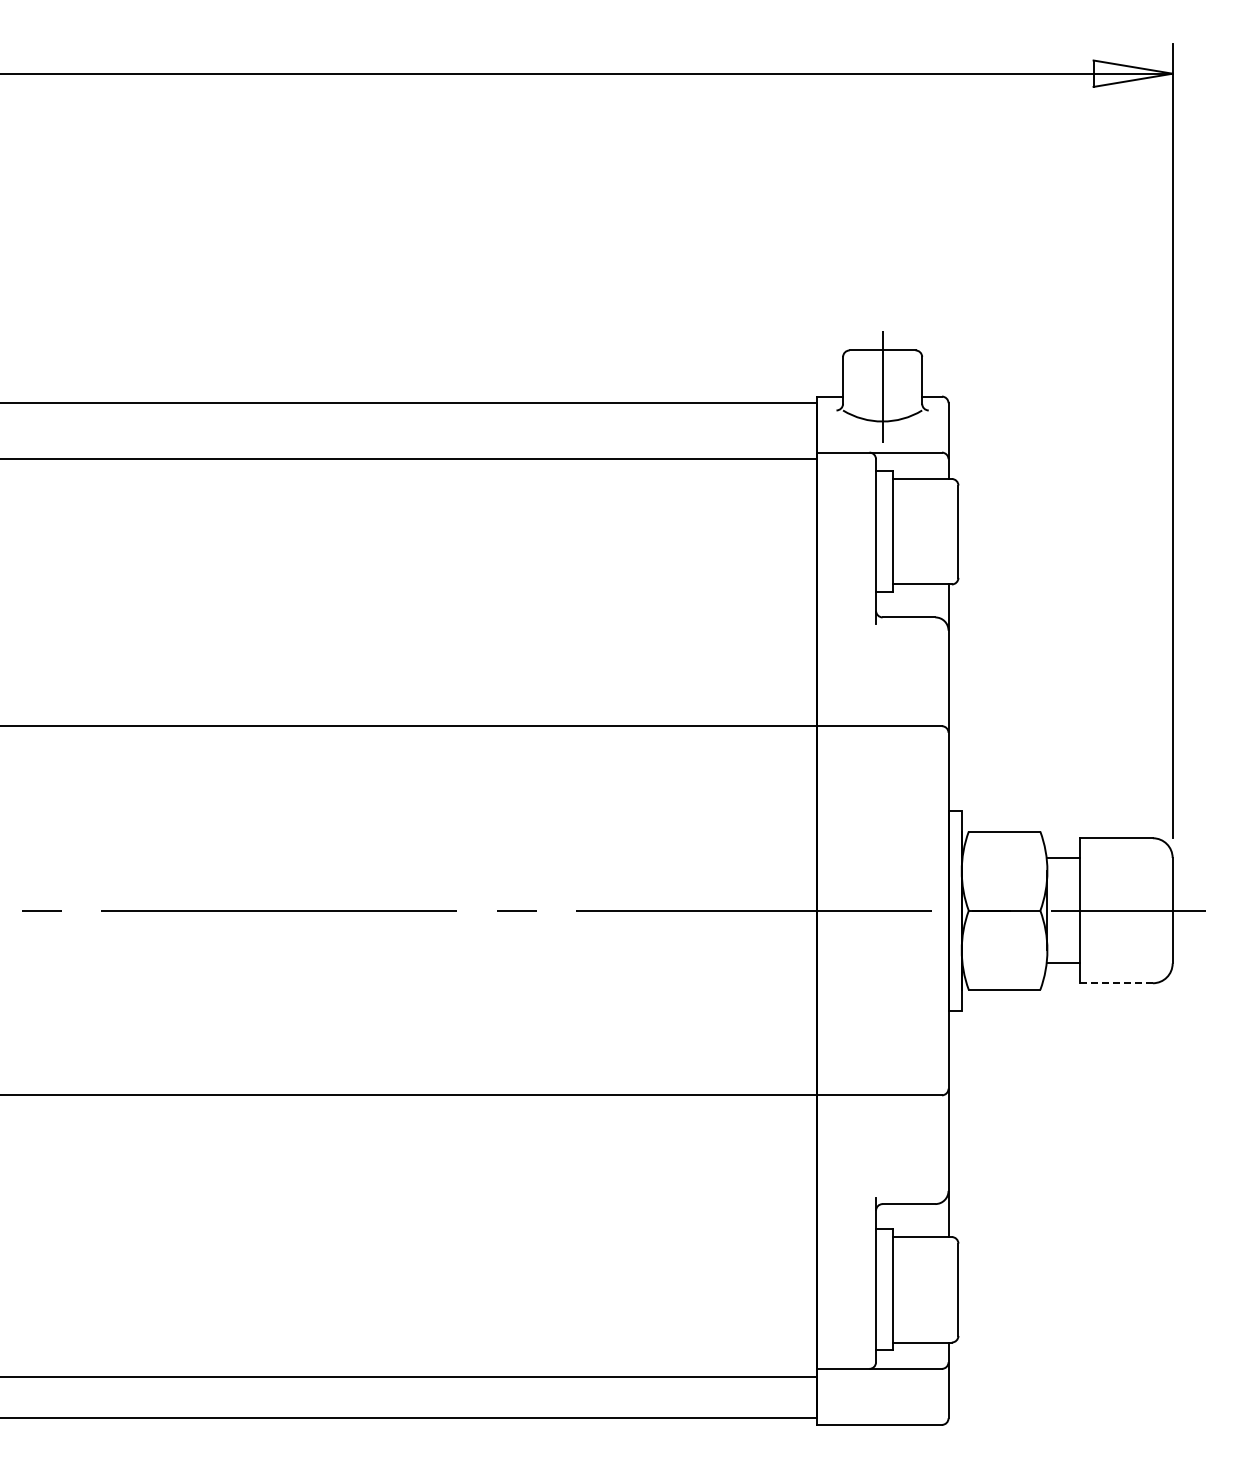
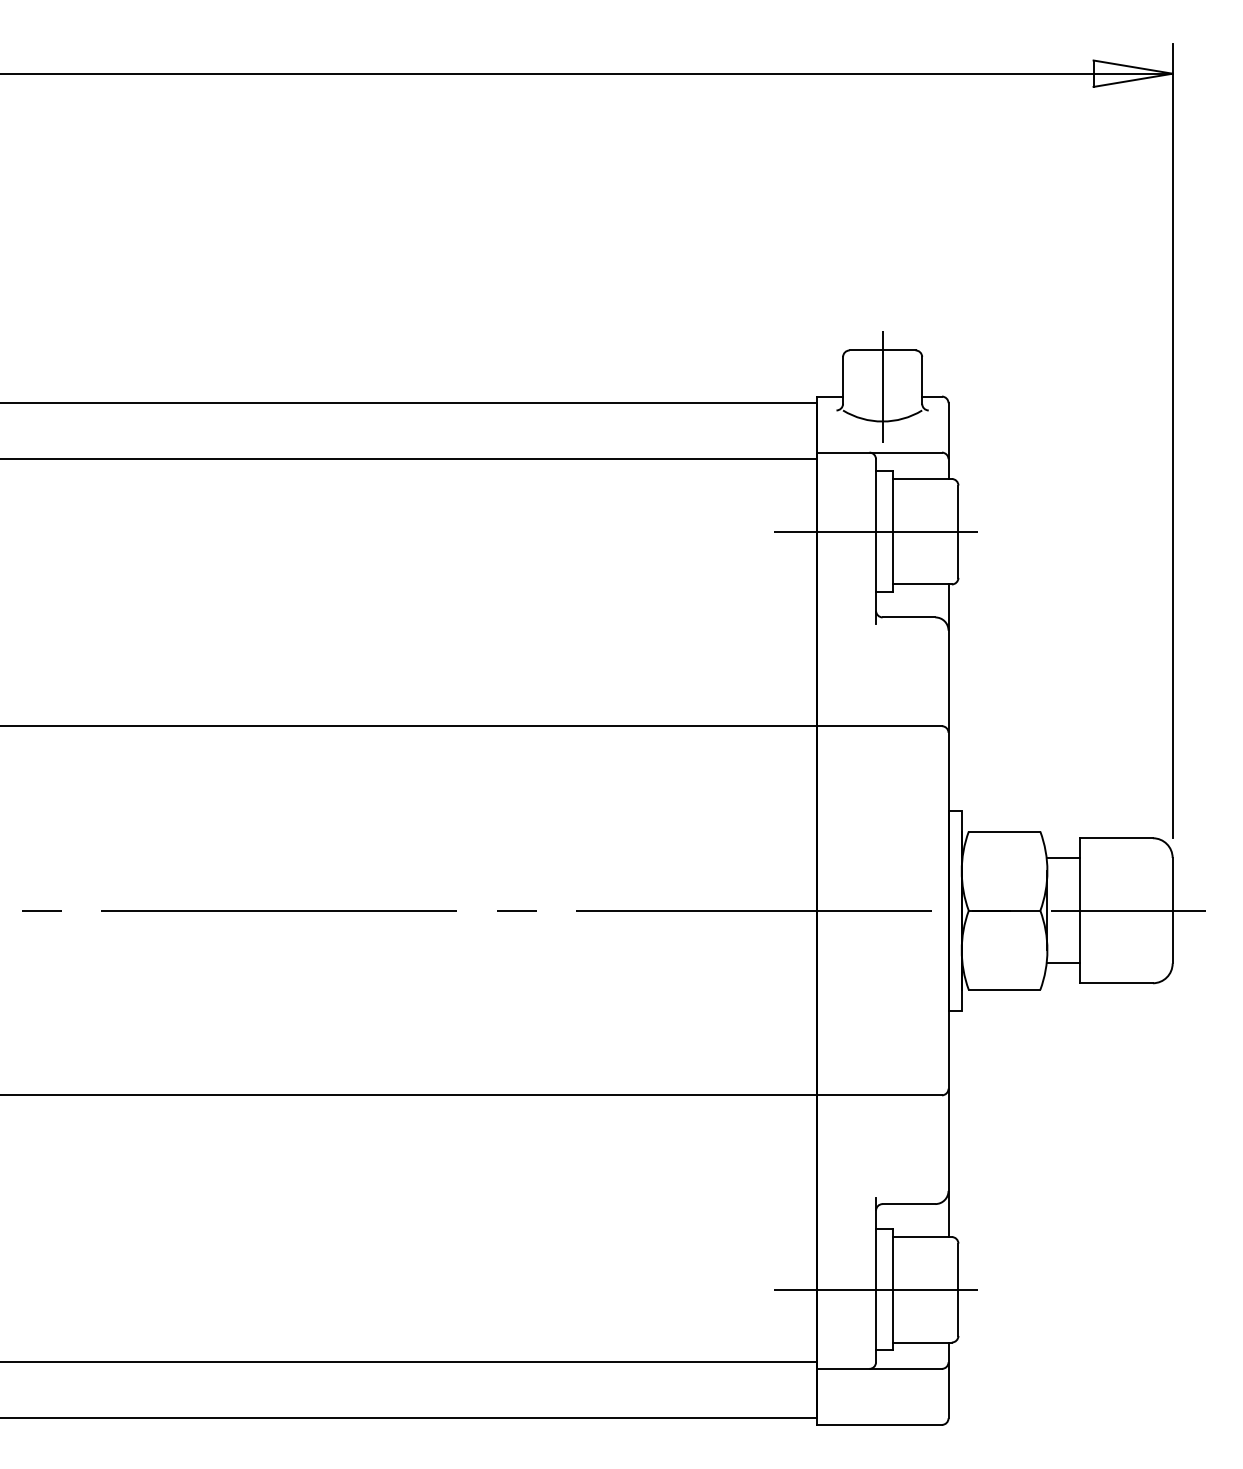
line at (875, 531): none -> present
line at (1116, 983): dashed -> solid
line at (875, 1289): none -> present
line at (409, 1377) position: (409, 1377) -> (409, 1362)
